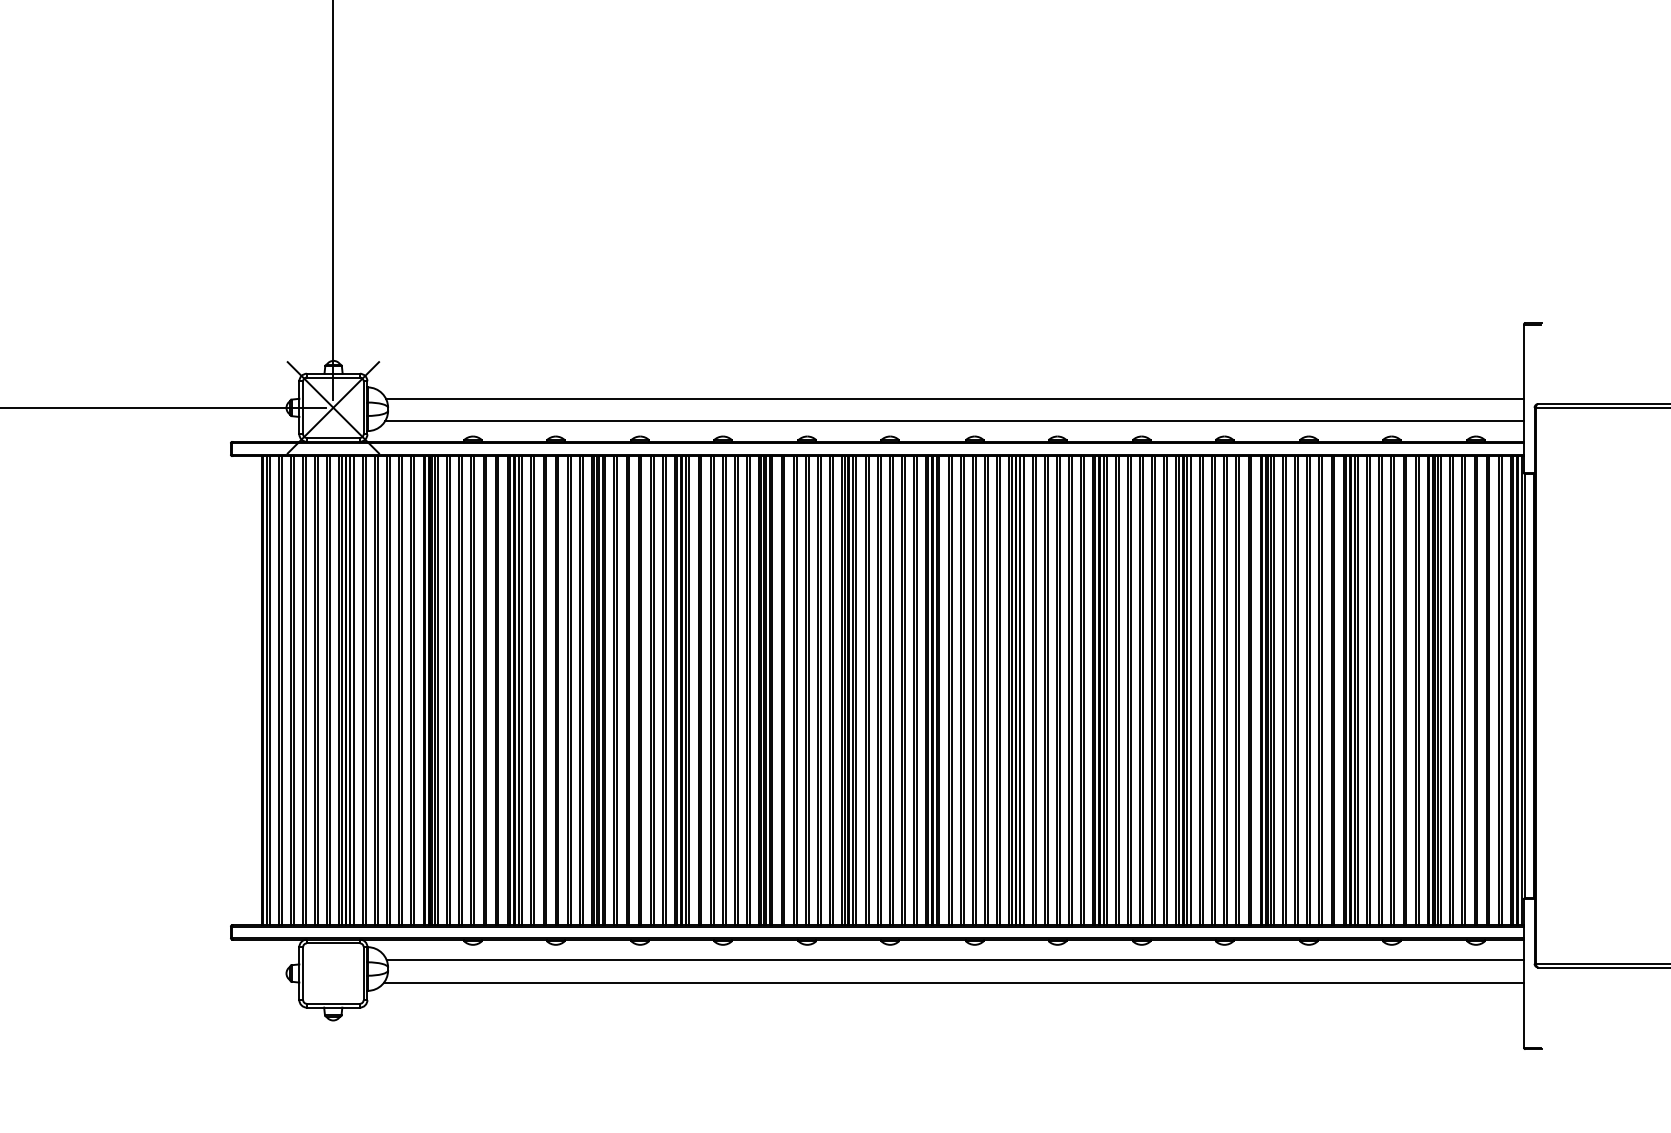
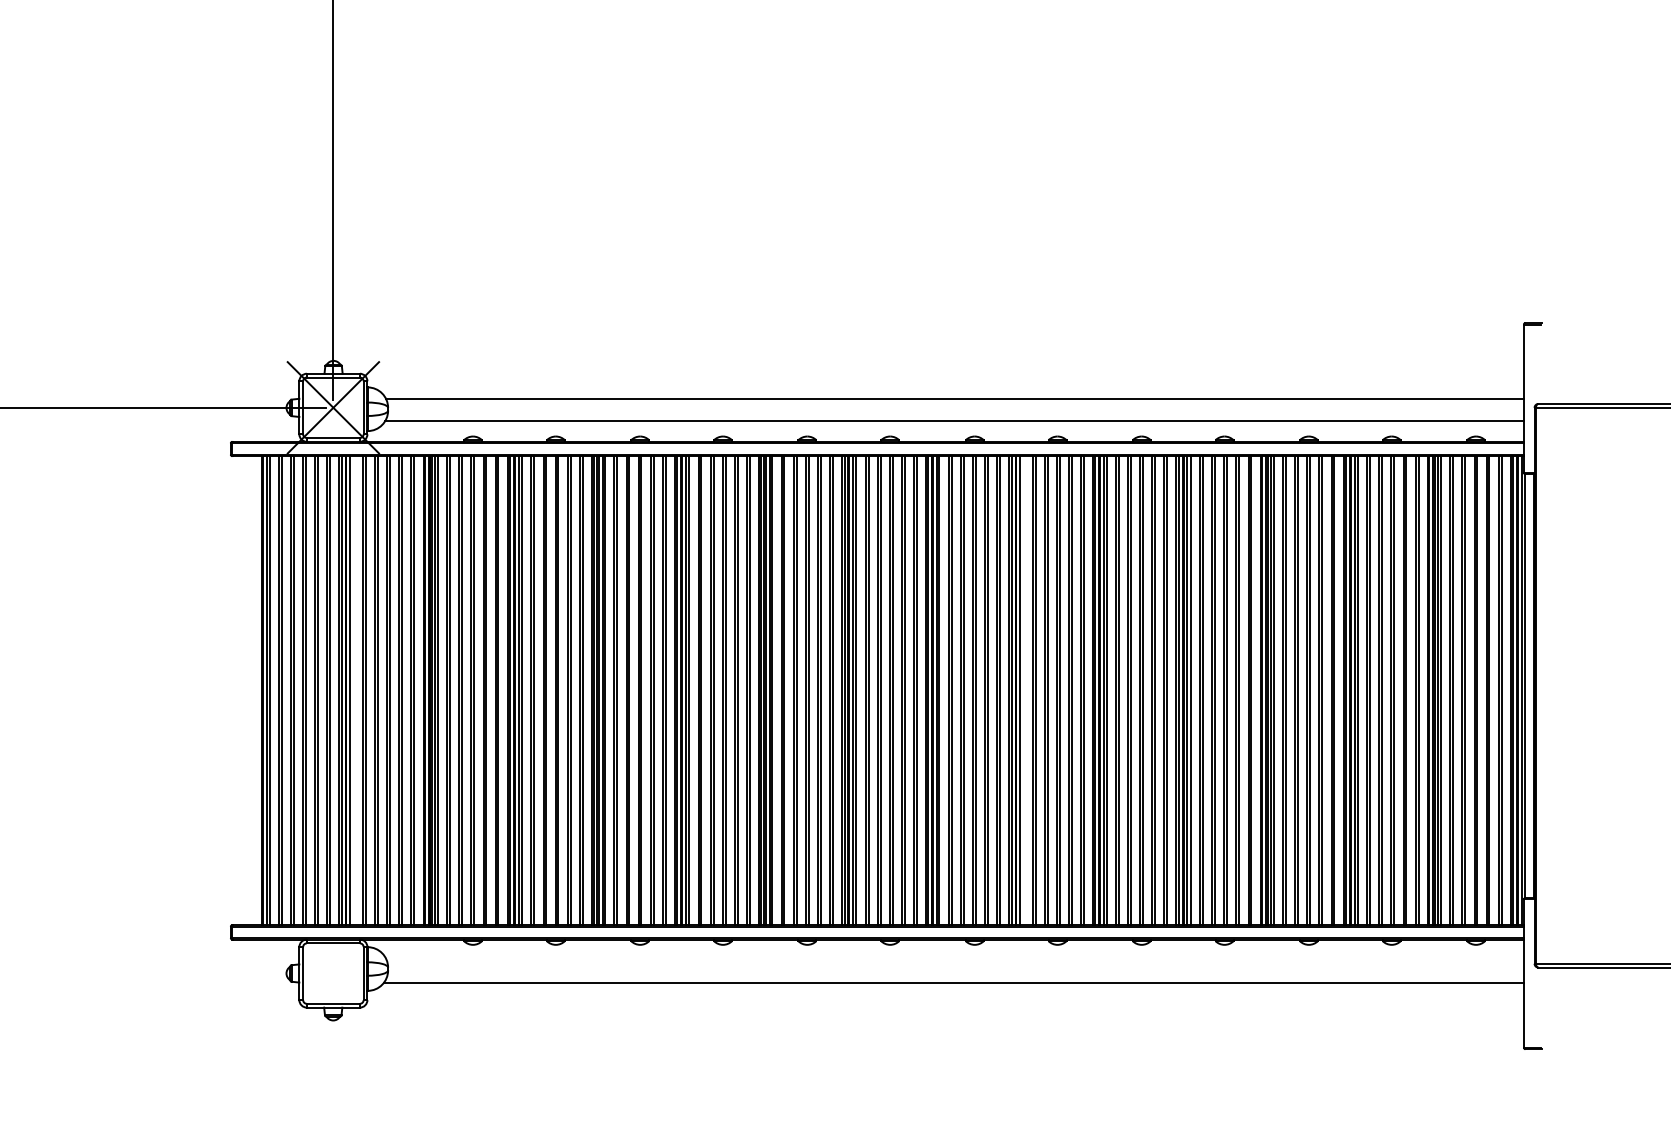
line at (353, 690): present -> none
line at (1023, 690): present -> none
line at (954, 959): present -> none
